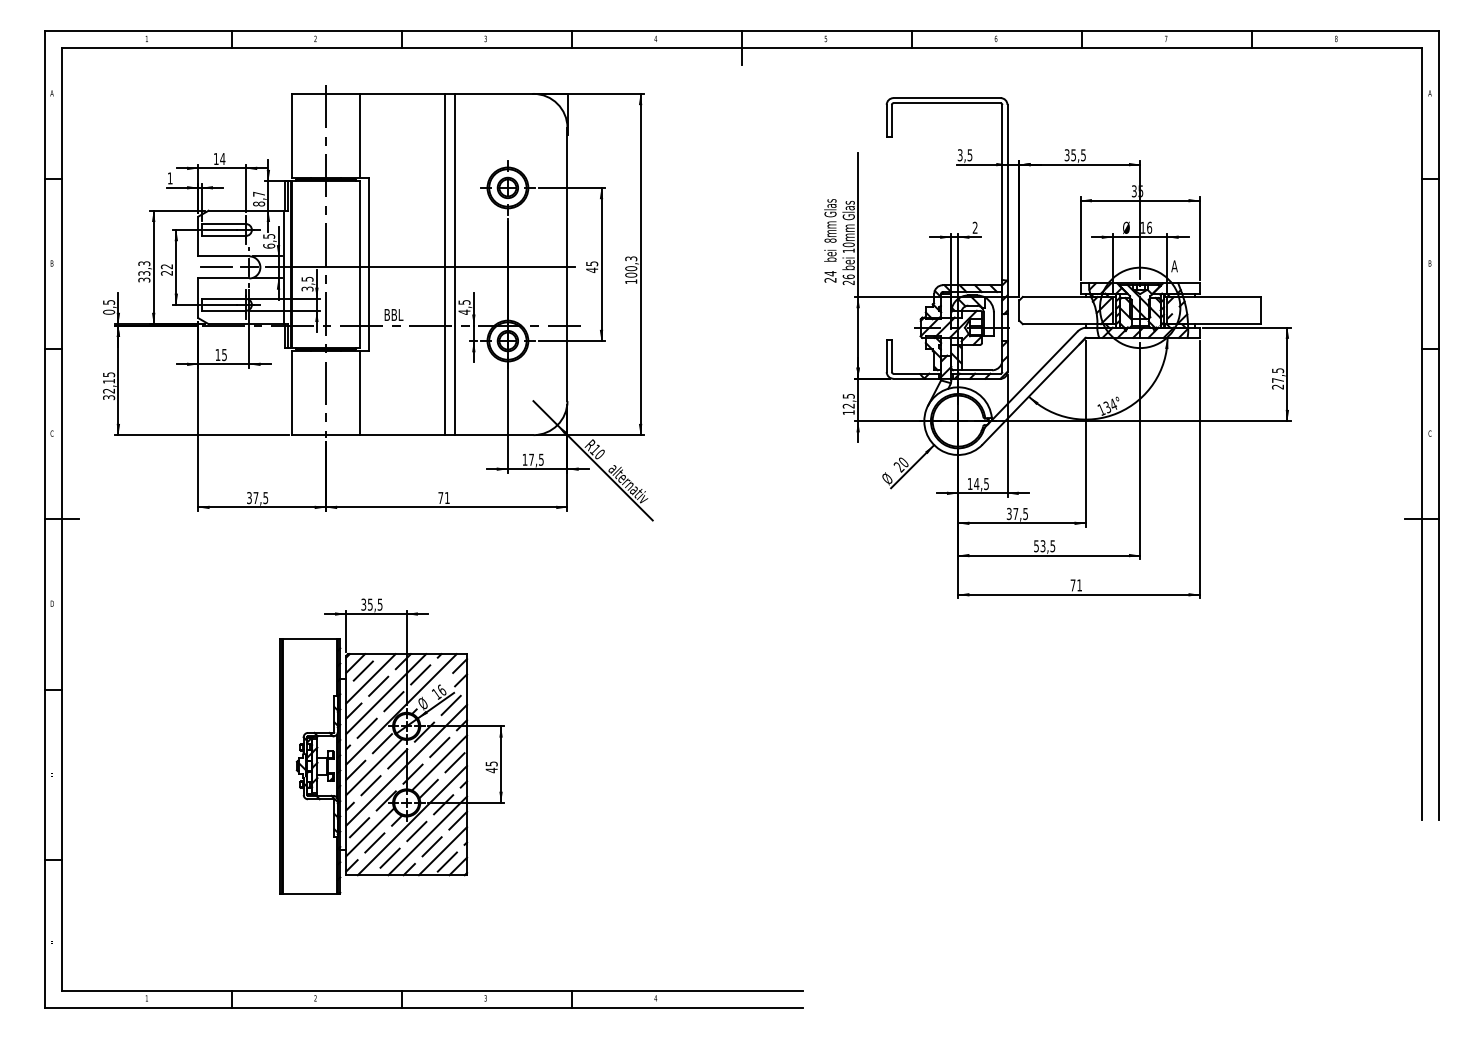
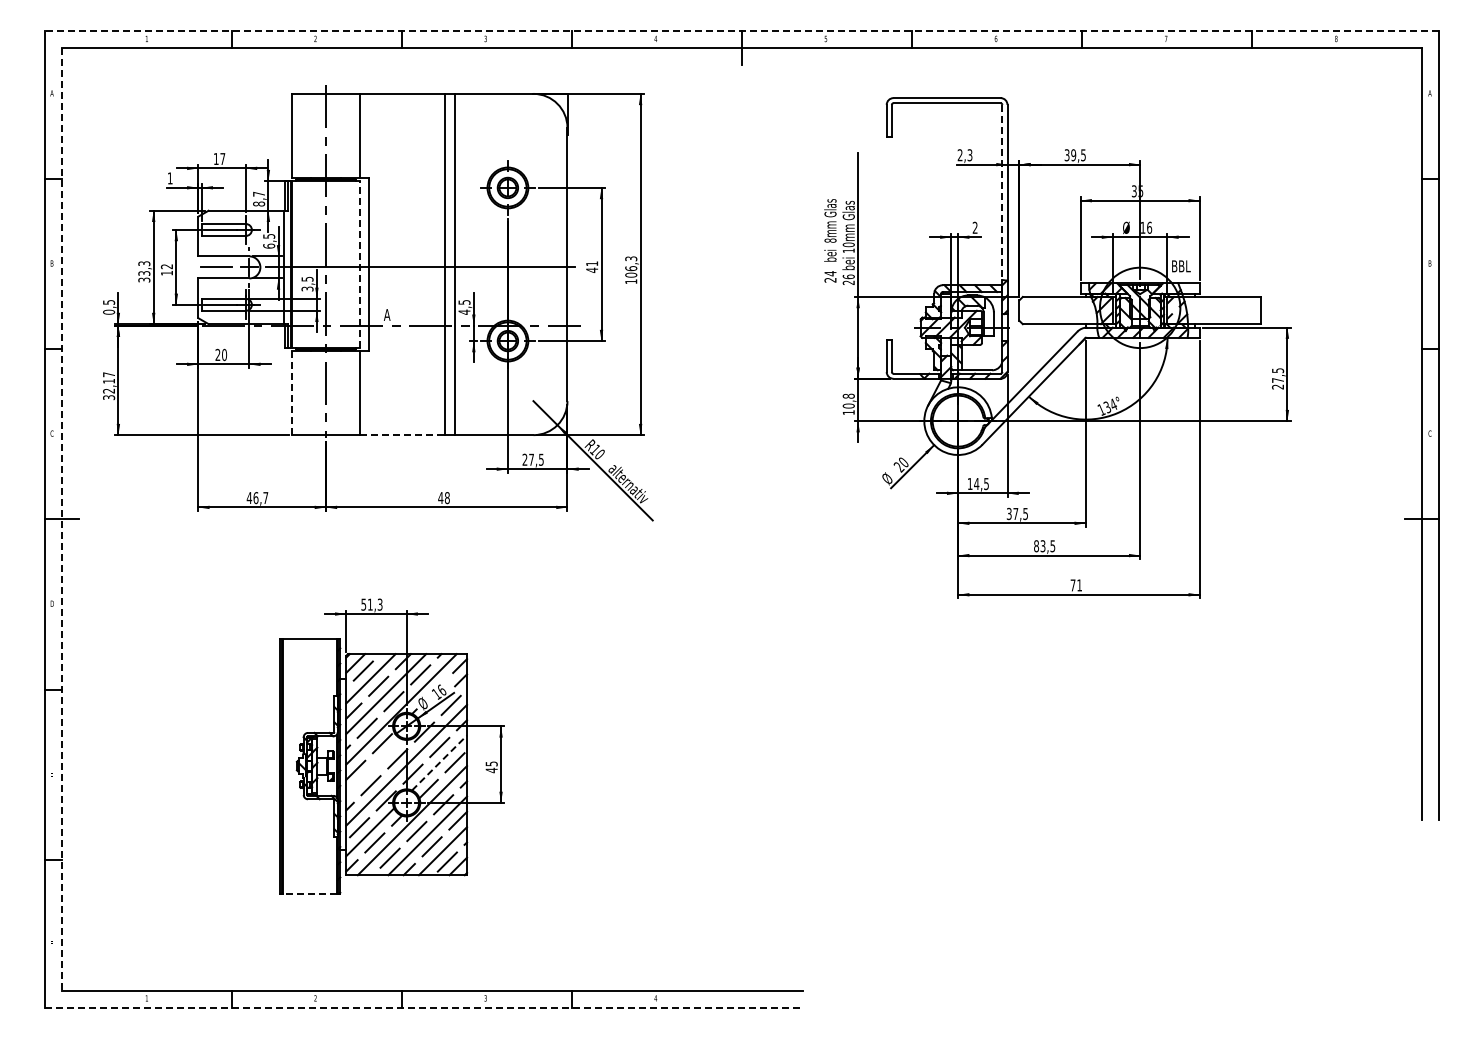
line at (741, 31): solid -> dashed
text at (1073, 154): 35,5 -> 39,5
text at (964, 155): 3,5 -> 2,3
text at (222, 158): 14 -> 17
line at (1002, 192): solid -> dashed
text at (592, 263): 45 -> 41
line at (359, 264): solid -> dashed
text at (1180, 266): A -> BBL
text at (630, 268): 100,3 -> 106,3
text at (166, 273): 22 -> 12
text at (393, 314): BBL -> A
text at (221, 354): 15 -> 20
text at (109, 374): 32,15 -> 32,17
line at (292, 393): solid -> dashed
text at (848, 400): 12,5 -> 10,8
line at (402, 435): solid -> dashed
text at (524, 459): 17,5 -> 27,5
text at (257, 498): 37,5 -> 46,7
text at (443, 498): 71 -> 48
line at (61, 519): solid -> dashed
text at (1036, 546): 53,5 -> 83,5
text at (371, 604): 35,5 -> 51,3
line at (439, 762): solid -> dashed
line at (374, 767): present -> none
line at (310, 893): solid -> dashed
line at (424, 1007): solid -> dashed
